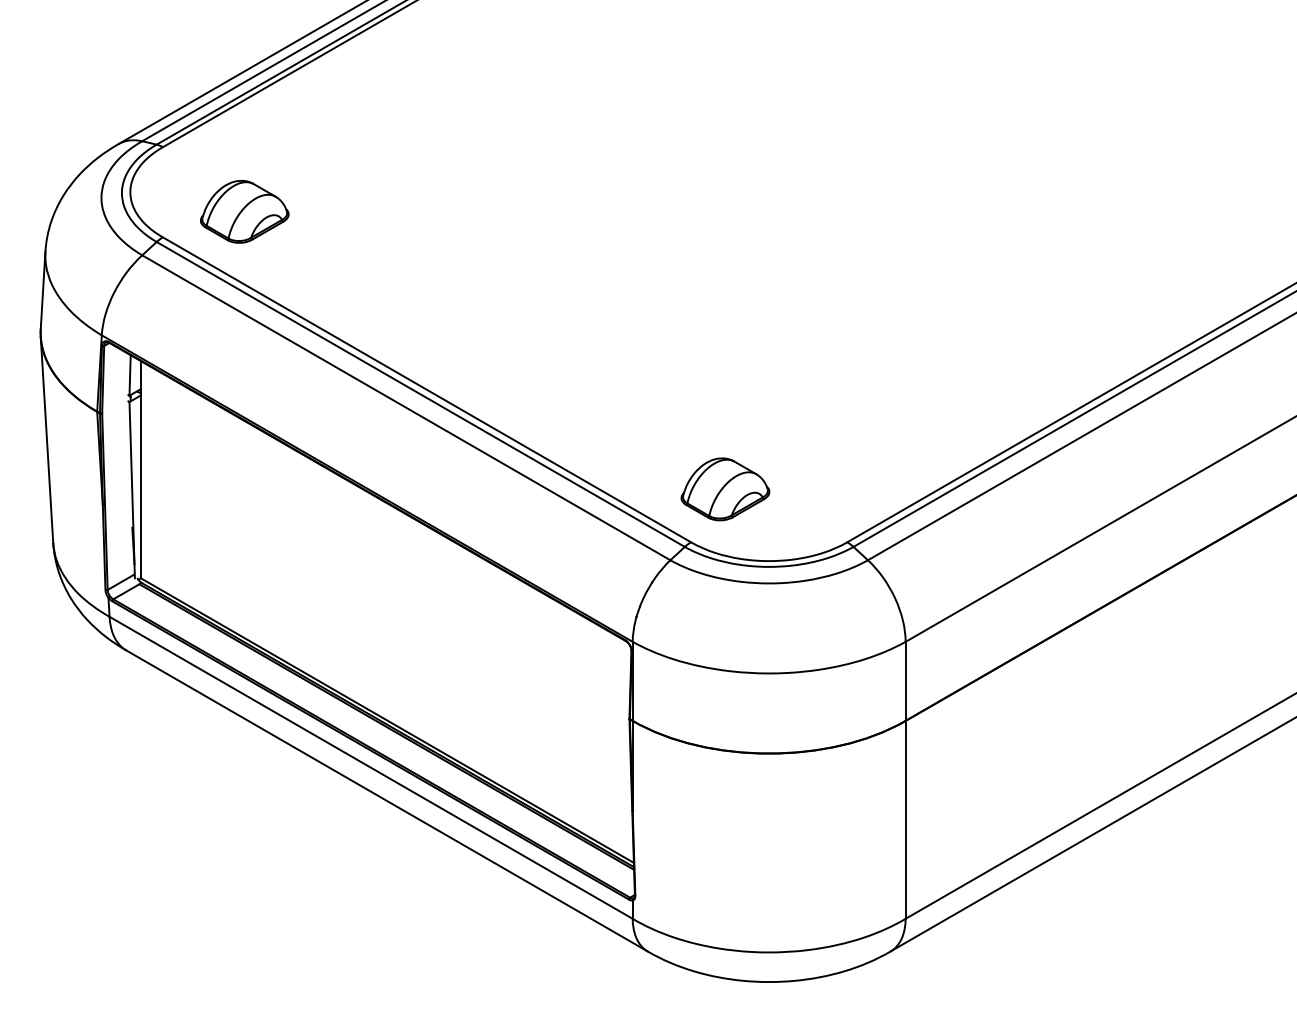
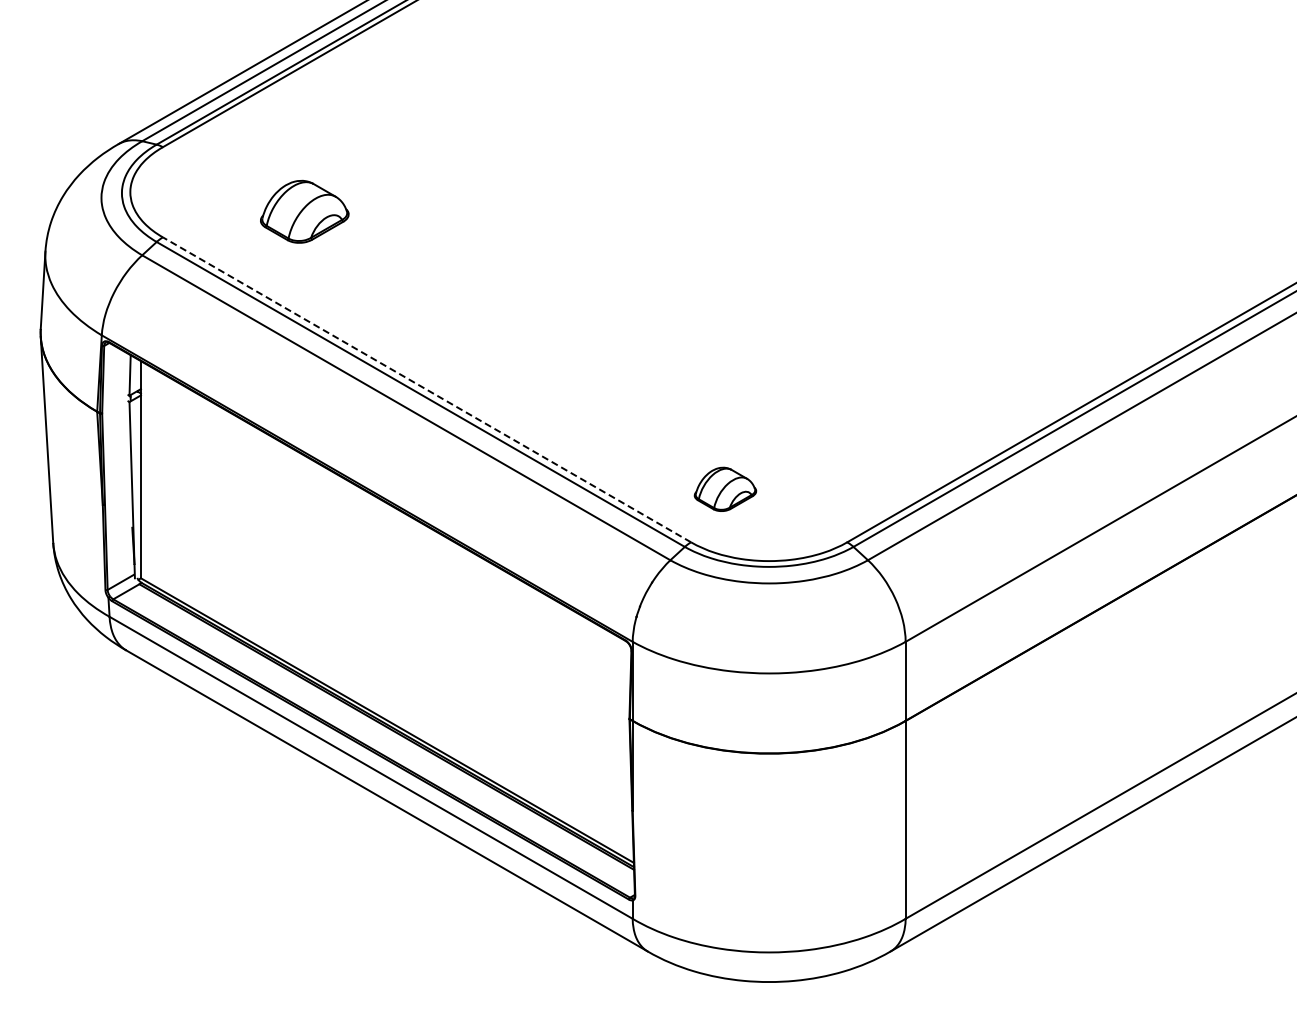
part at (244, 211) position: (244, 211) -> (304, 211)
line at (427, 389): solid -> dashed
part at (725, 489) size: 91x65 px -> 65x46 px
